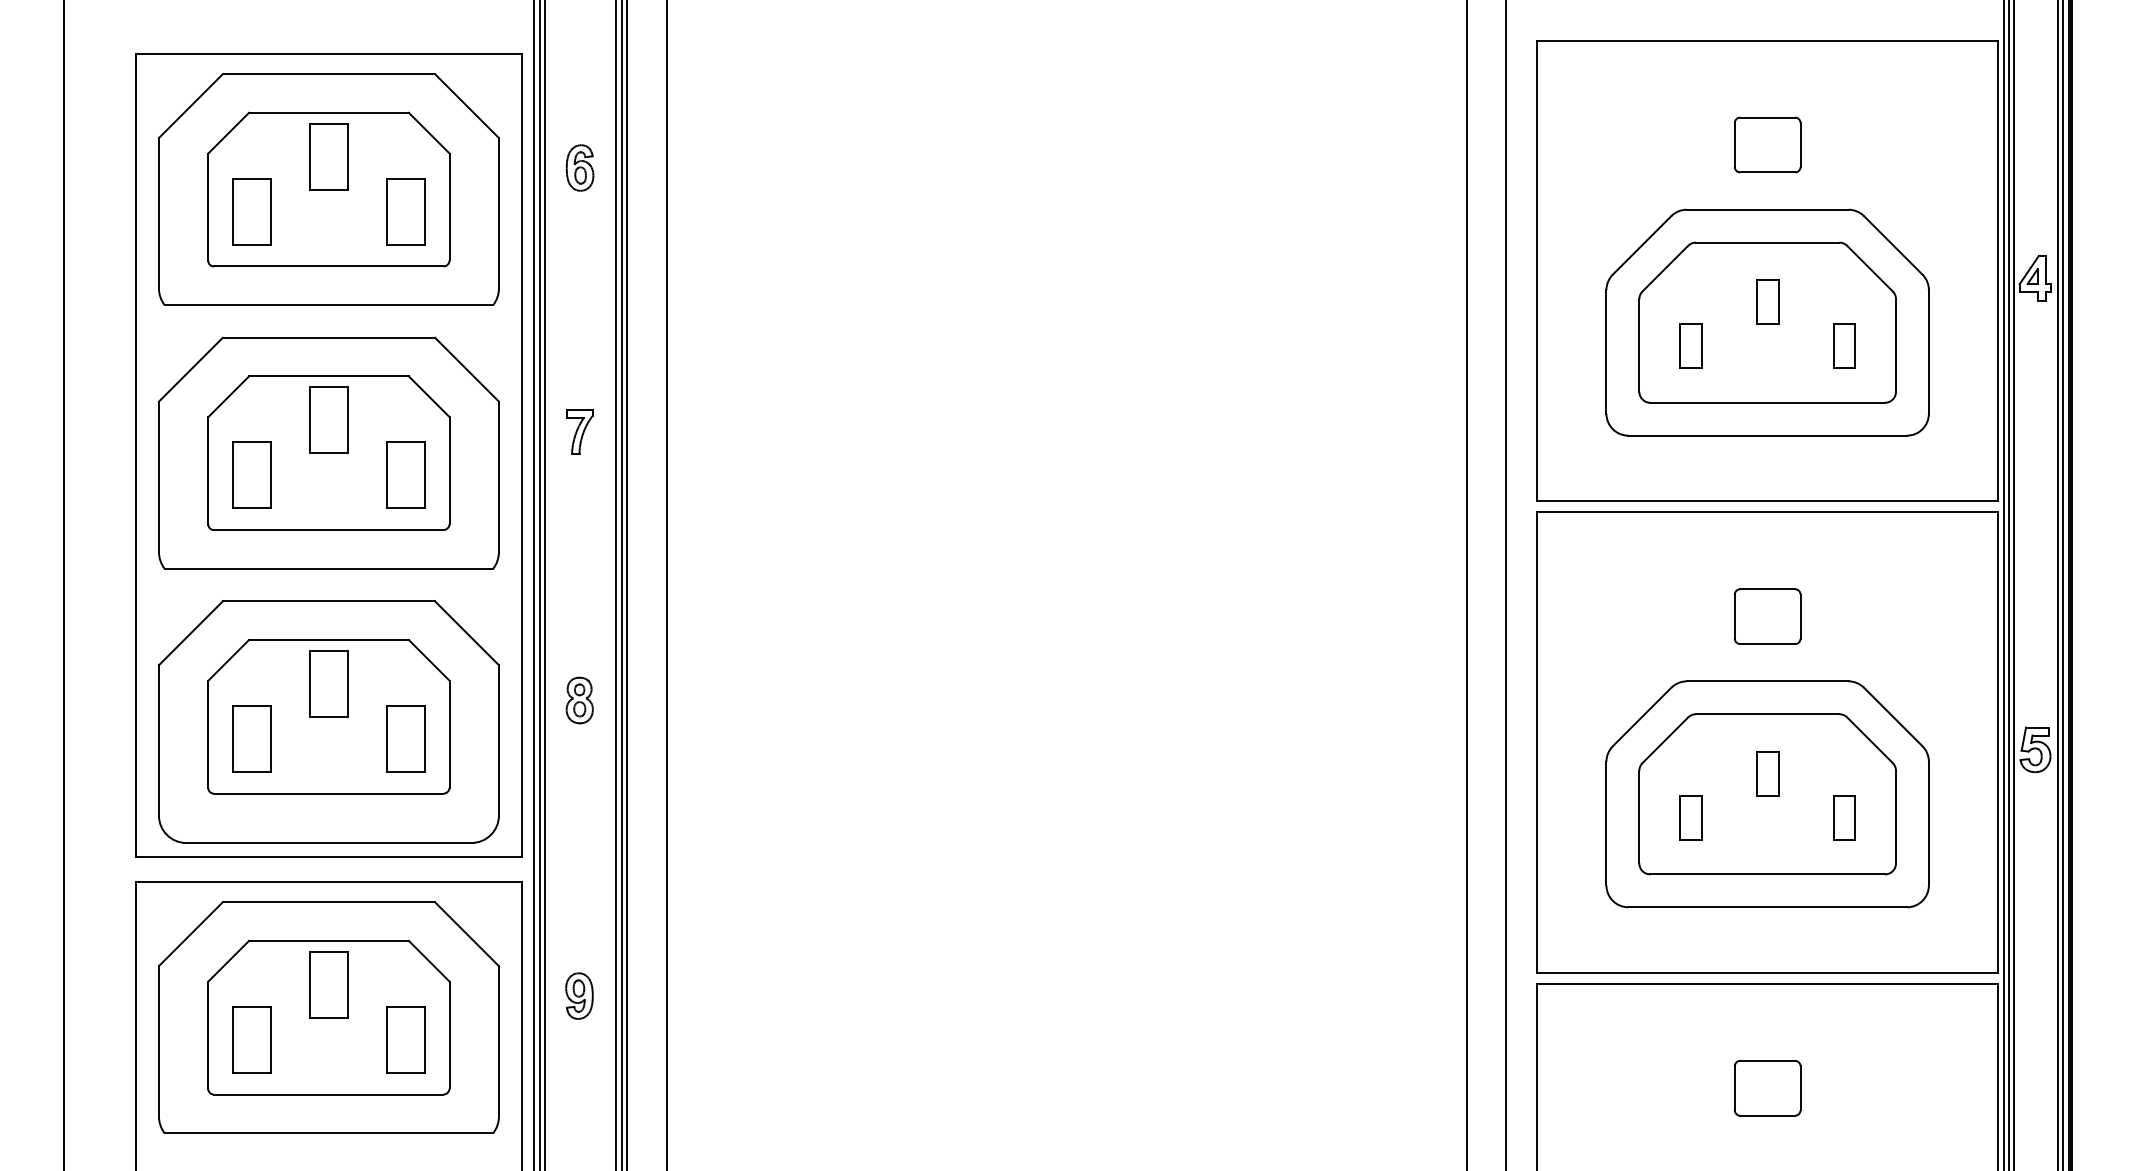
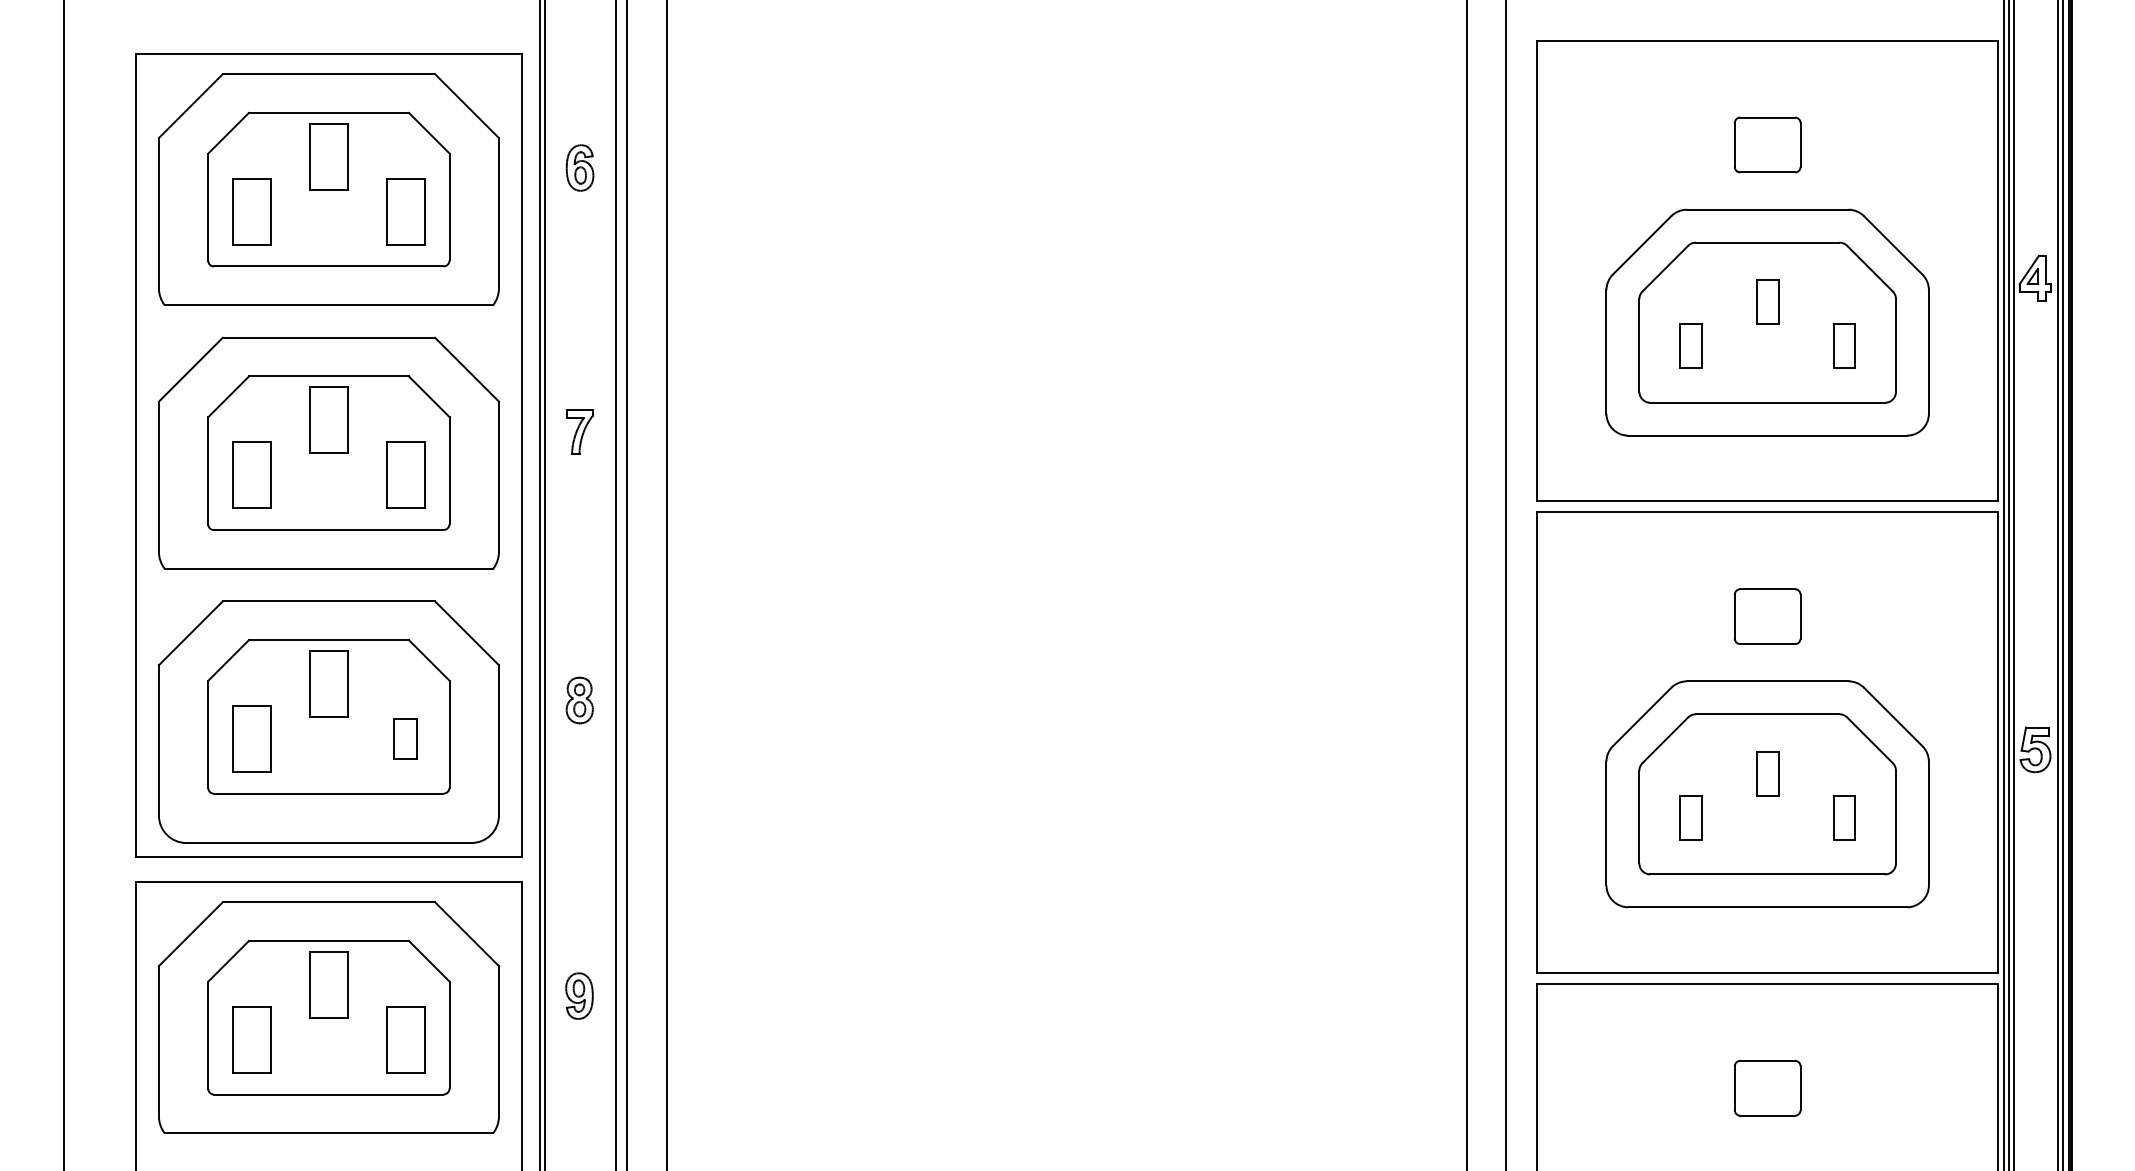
line at (534, 584): present -> none
line at (621, 584): present -> none
part at (405, 738) size: 40x68 px -> 25x42 px
